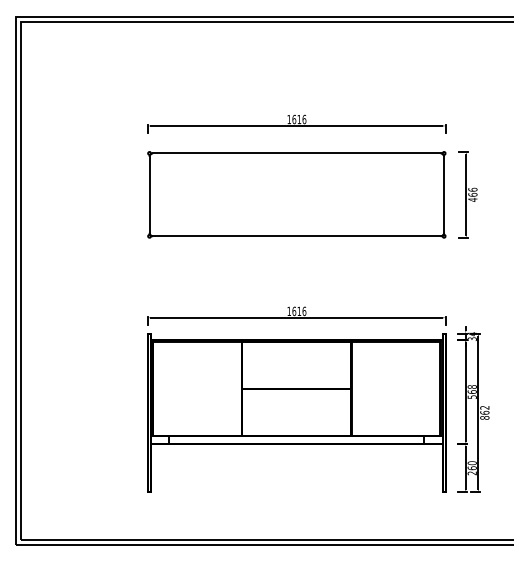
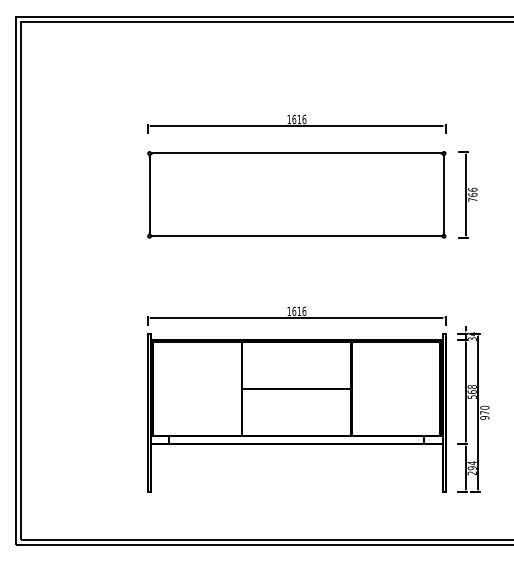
text at (472, 199): 466 -> 766
text at (484, 412): 862 -> 970
text at (471, 465): 260 -> 294
